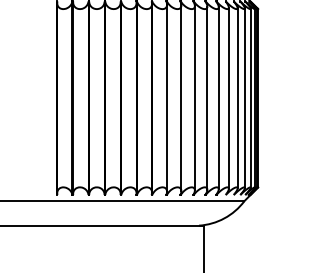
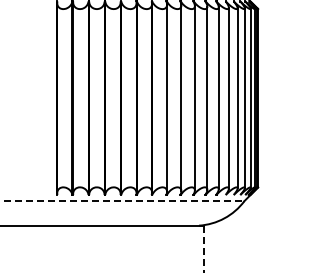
line at (122, 201): solid -> dashed
line at (204, 249): solid -> dashed
